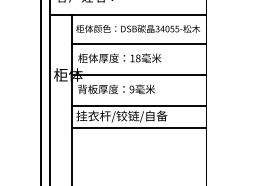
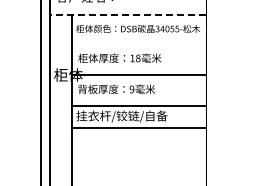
line at (127, 14): solid -> dashed
line at (139, 44): present -> none
